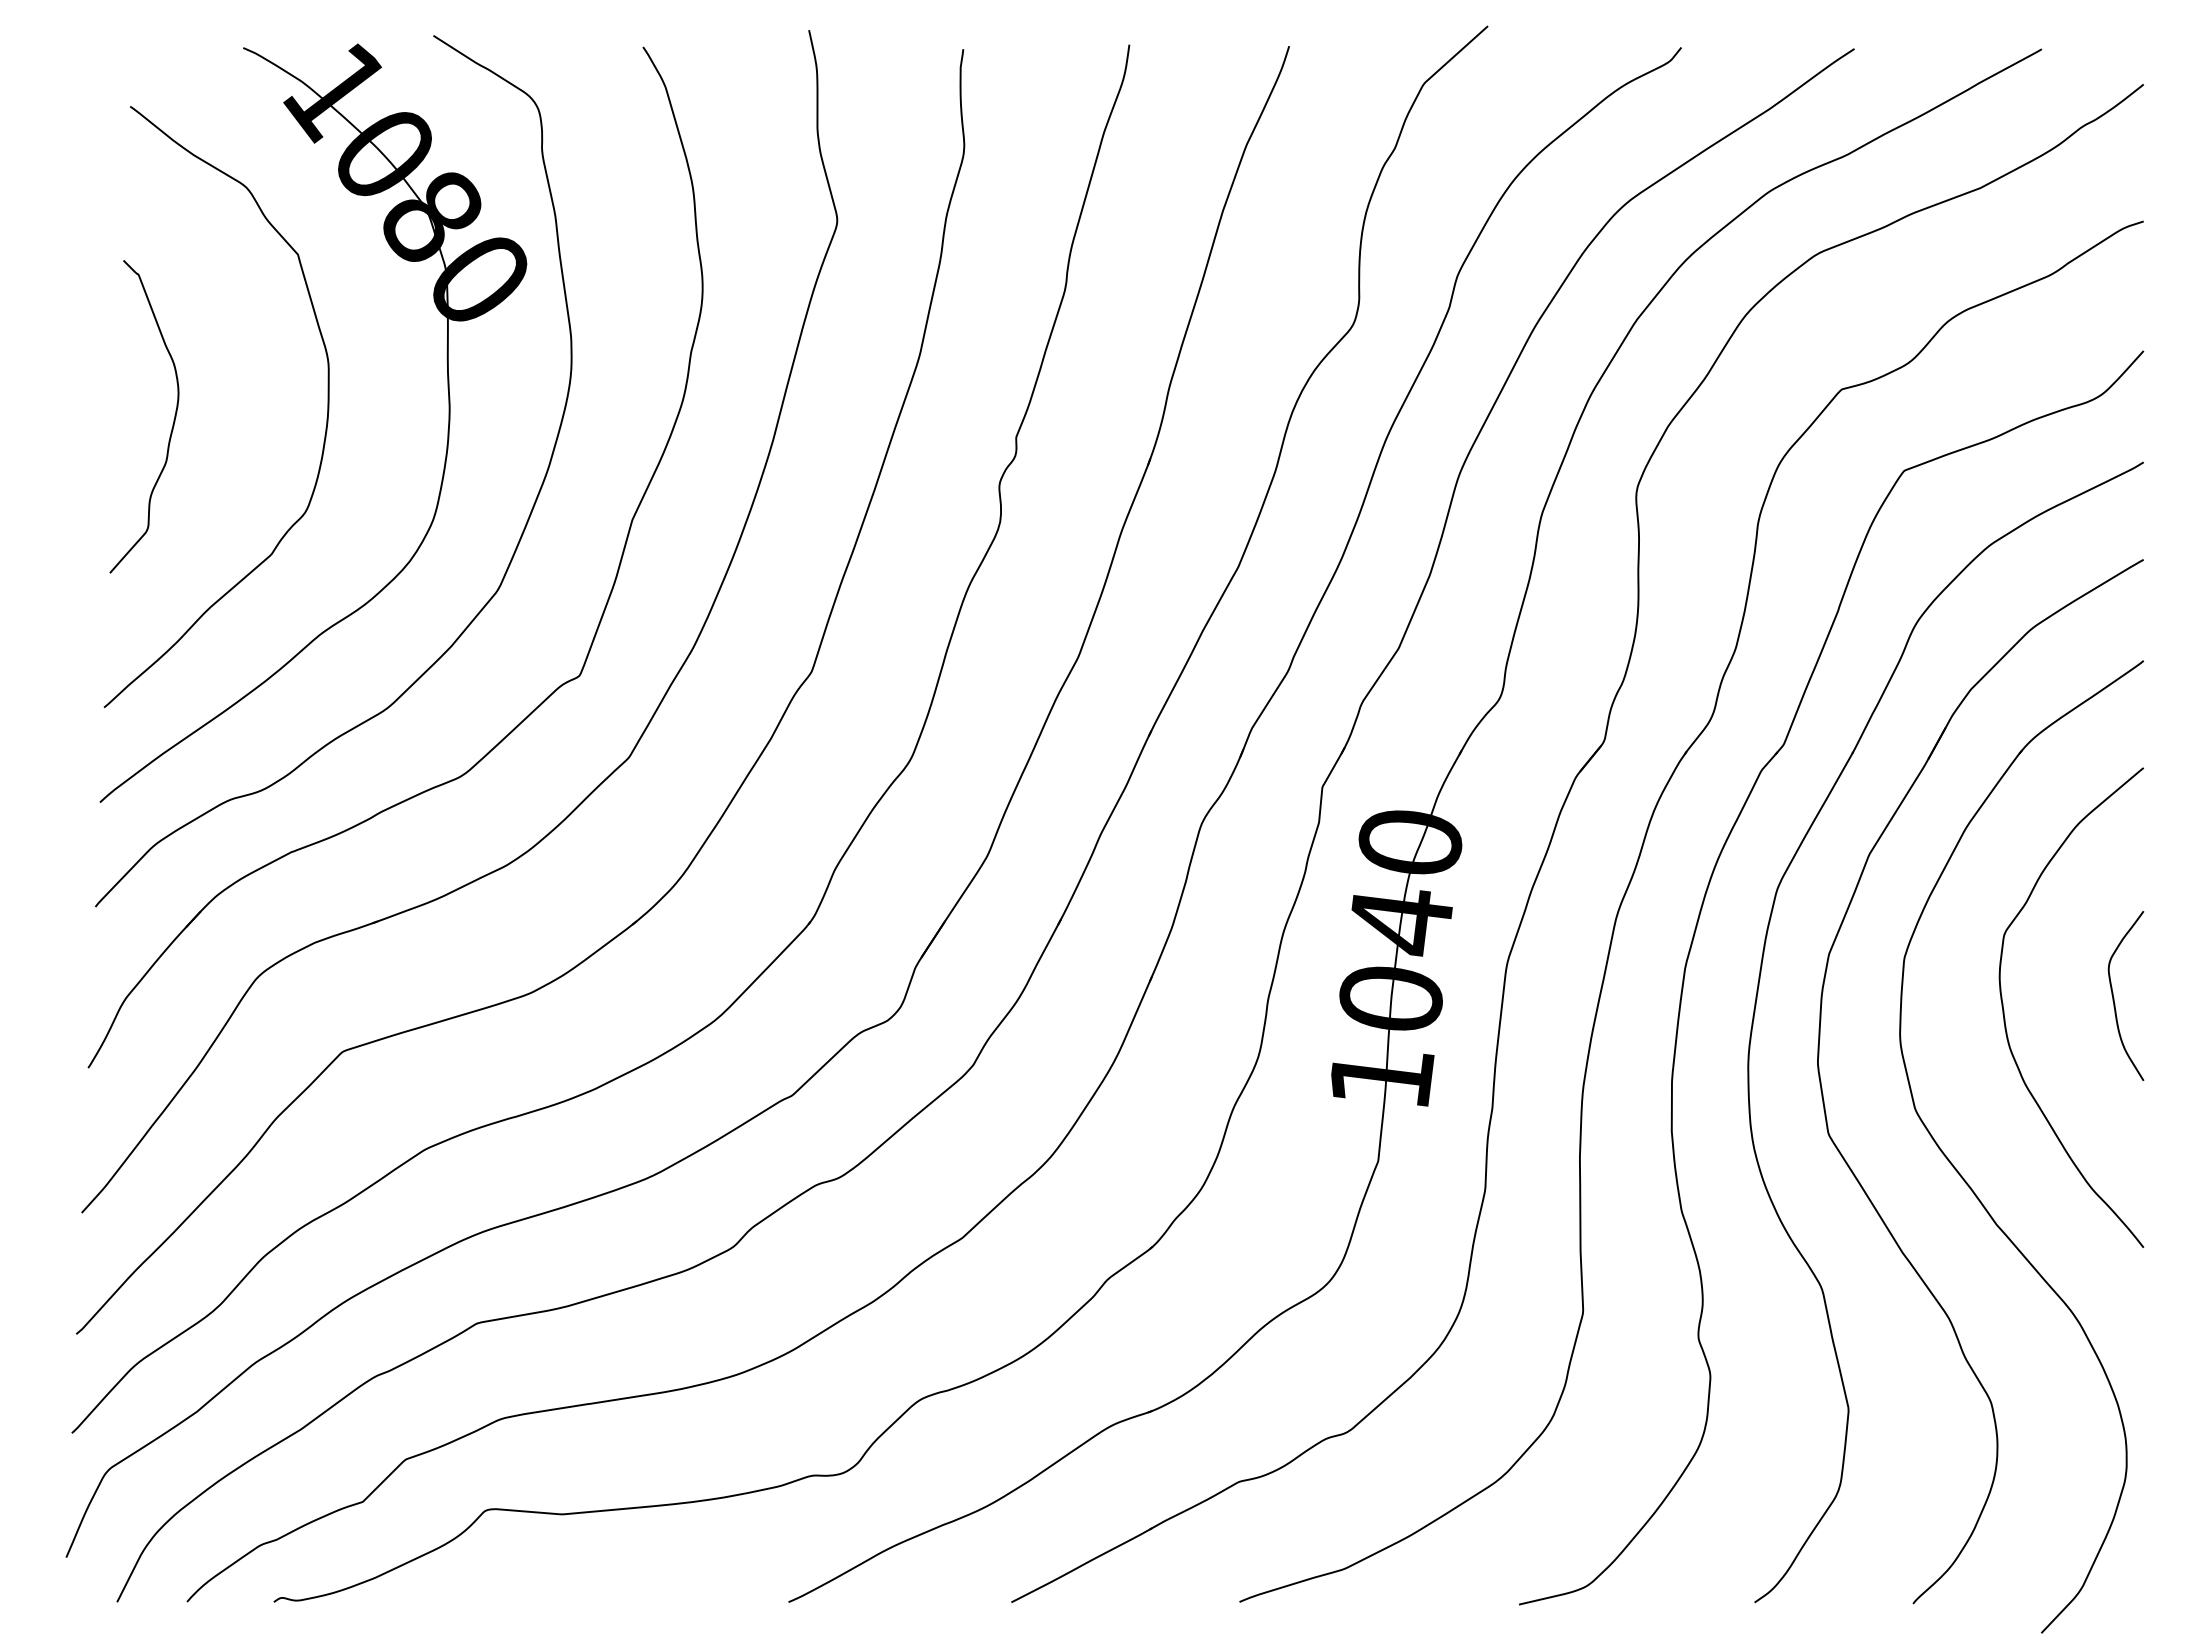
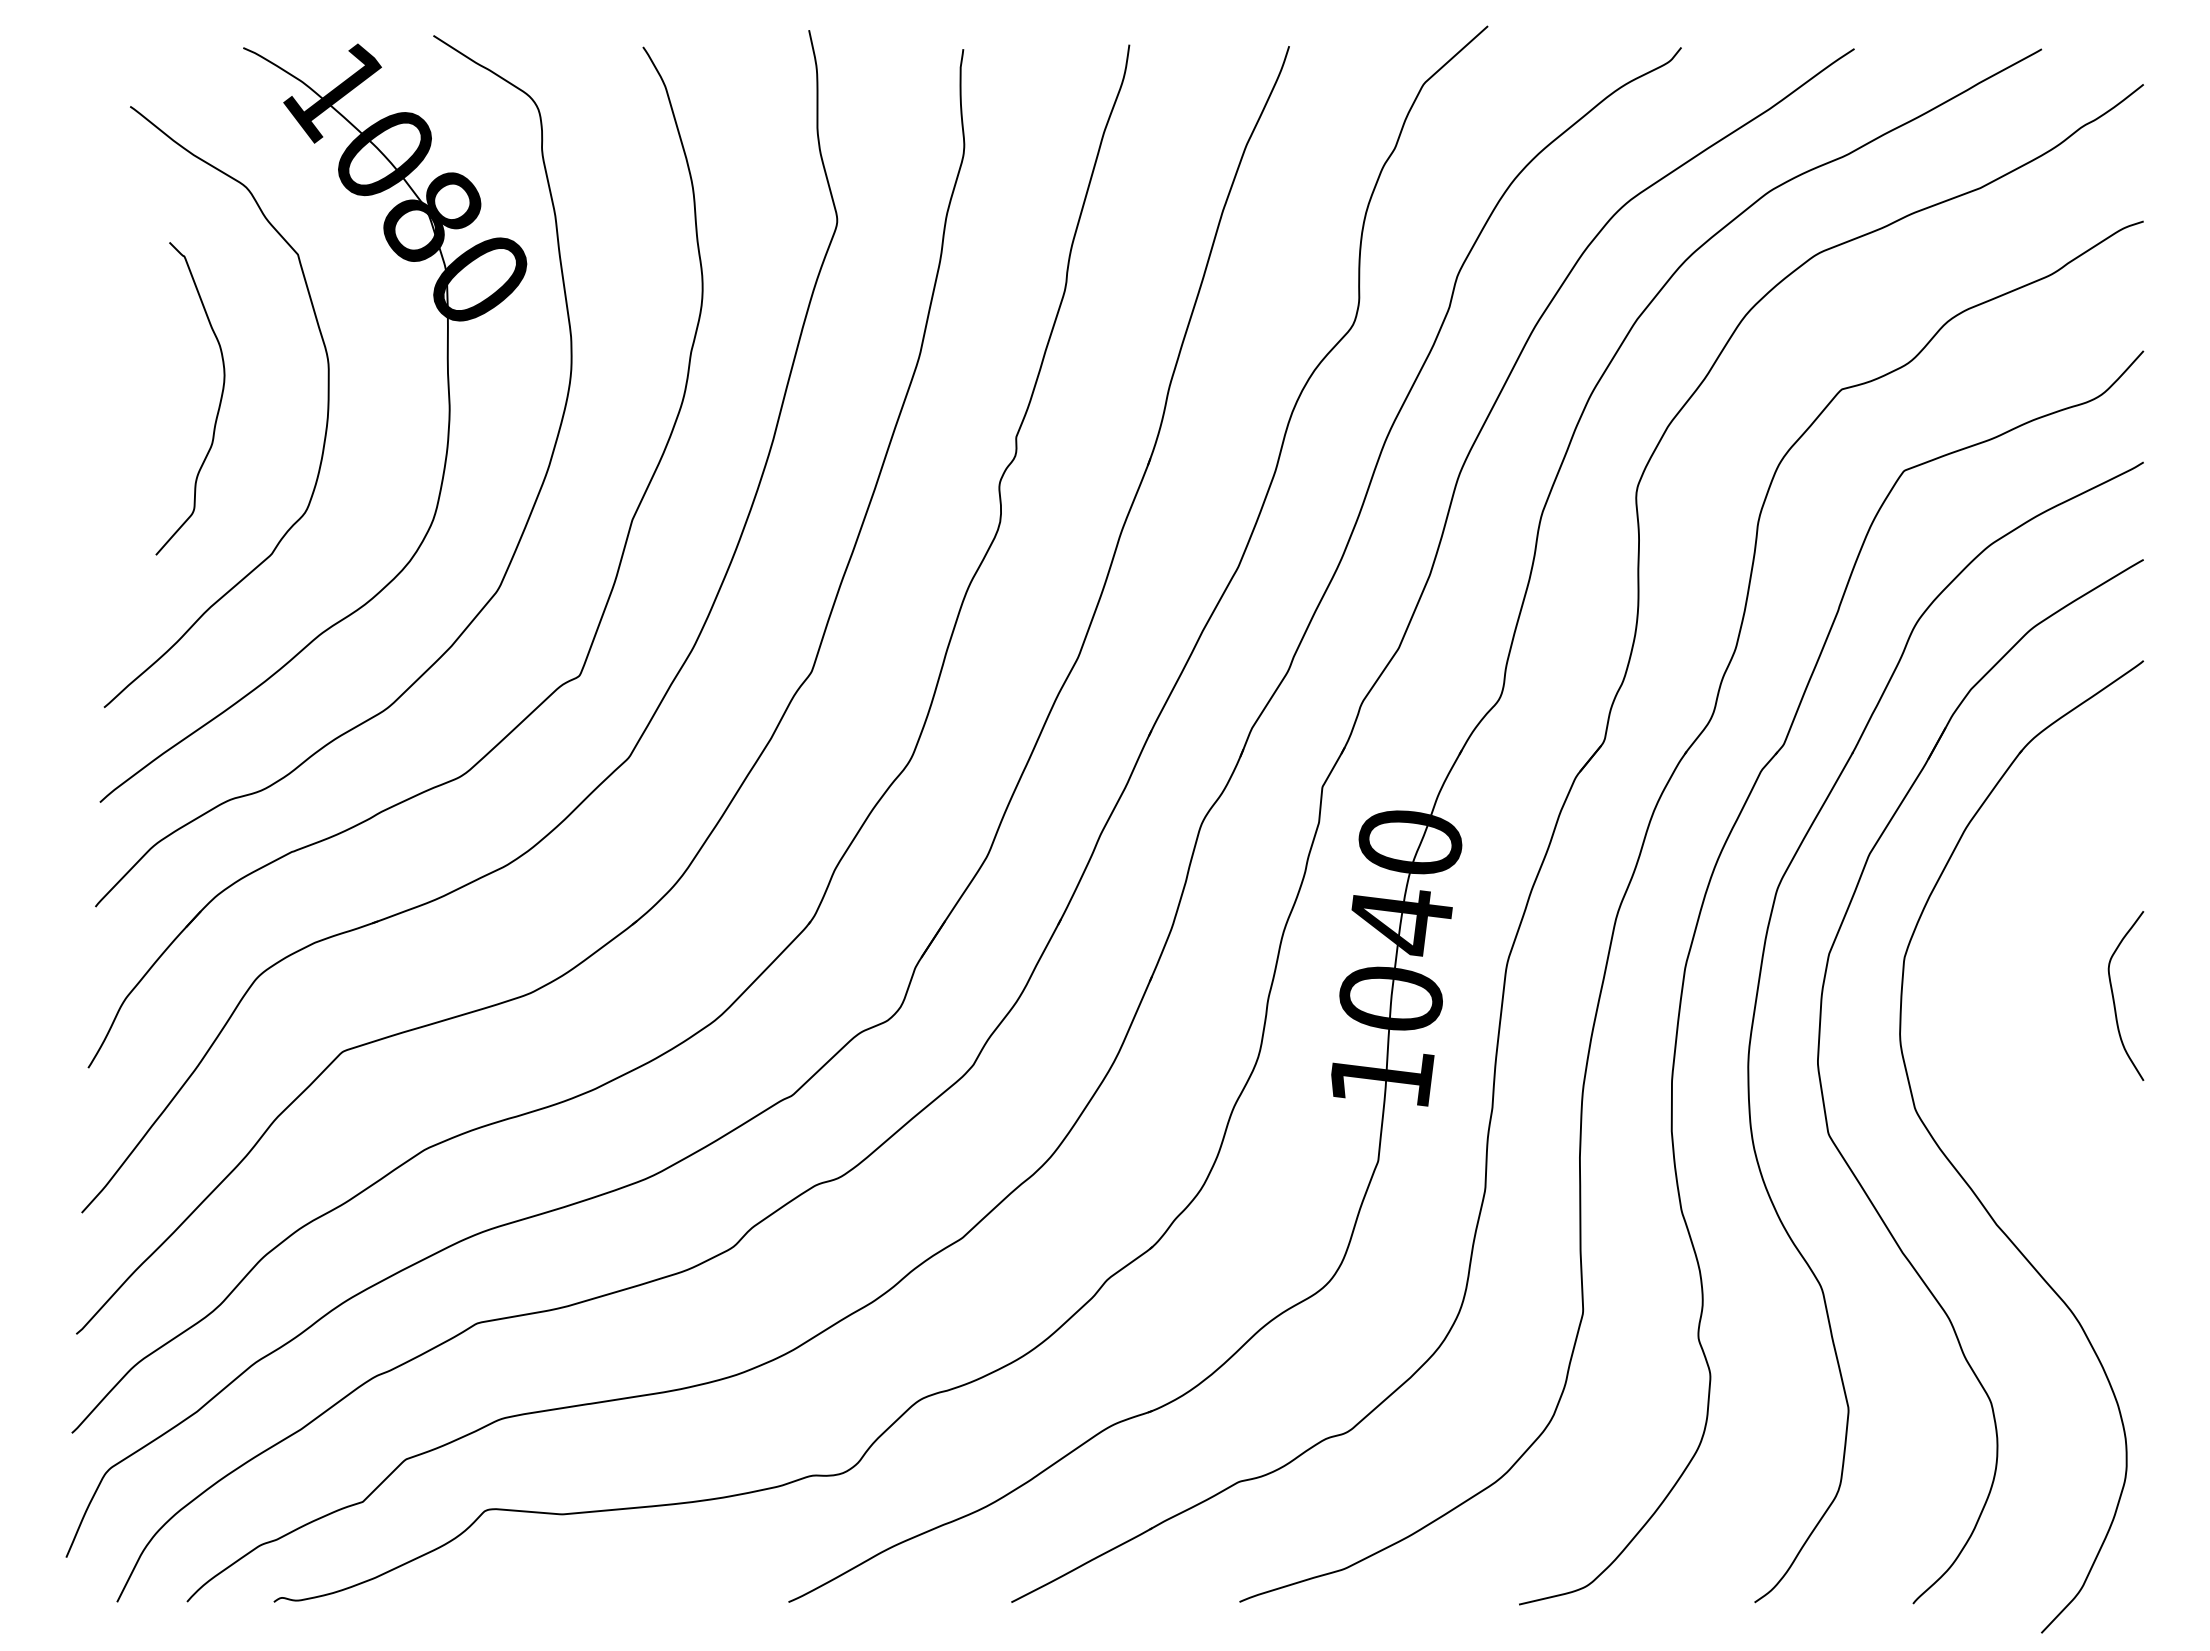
curve at (172, 424) position: (172, 424) -> (218, 406)
curve at (2005, 1018): present -> none
